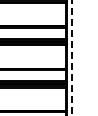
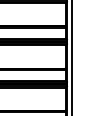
line at (72, 58): dashed -> solid
